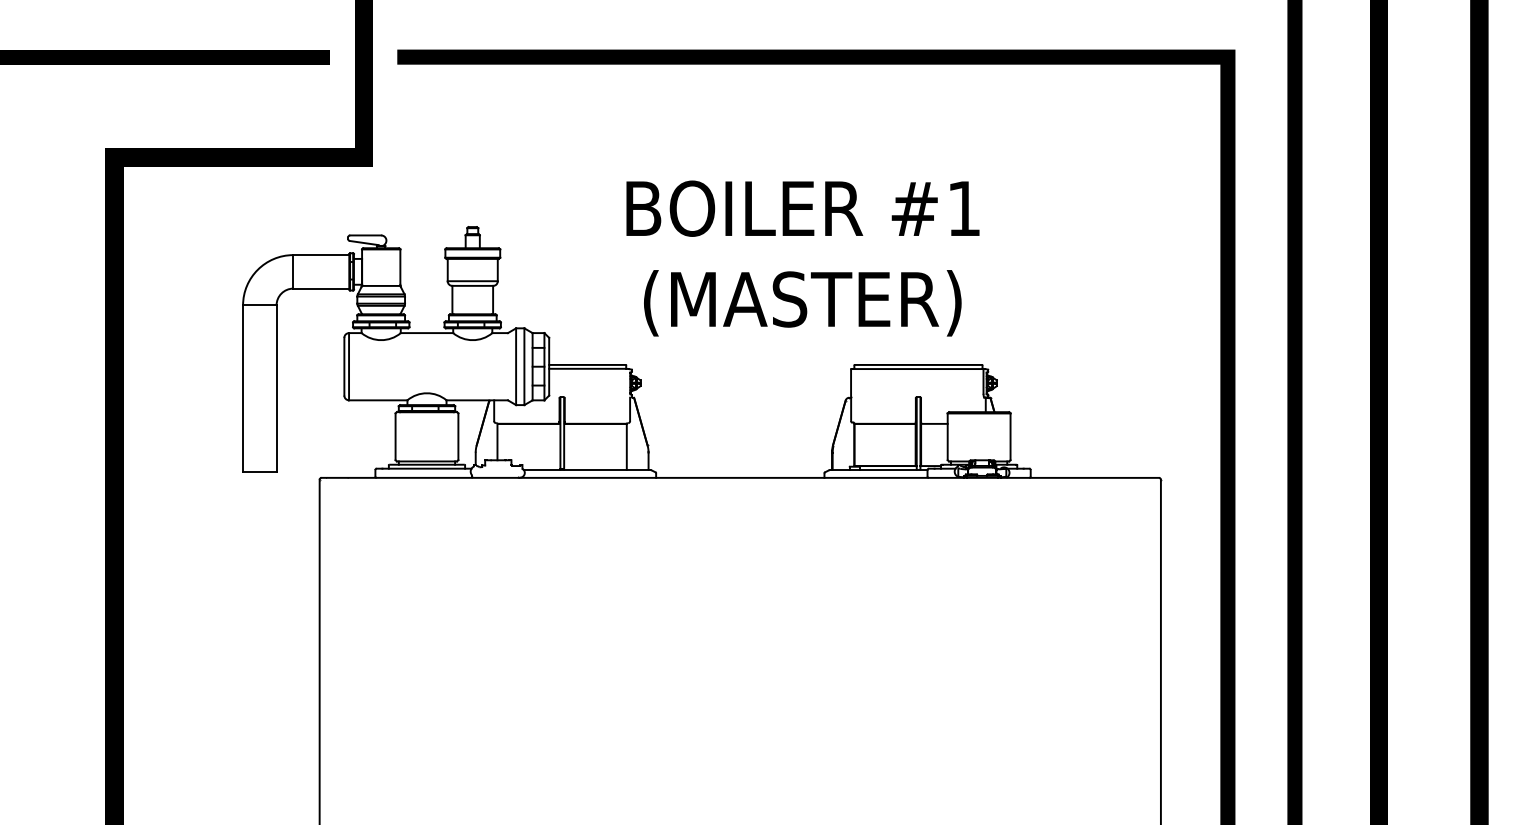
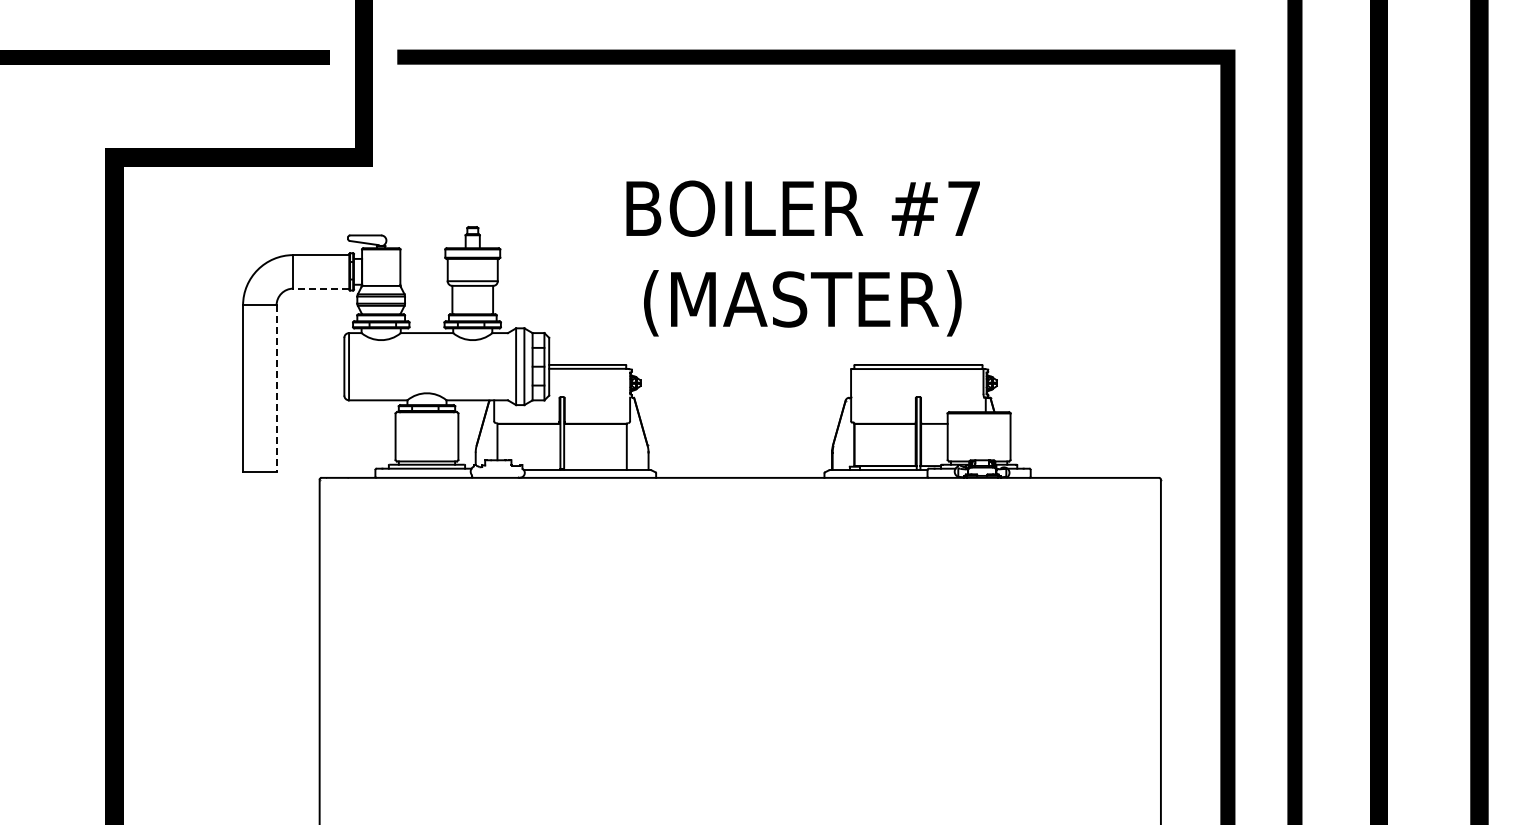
text at (963, 208): #1 -> #7
line at (320, 288): solid -> dashed
line at (276, 389): solid -> dashed
